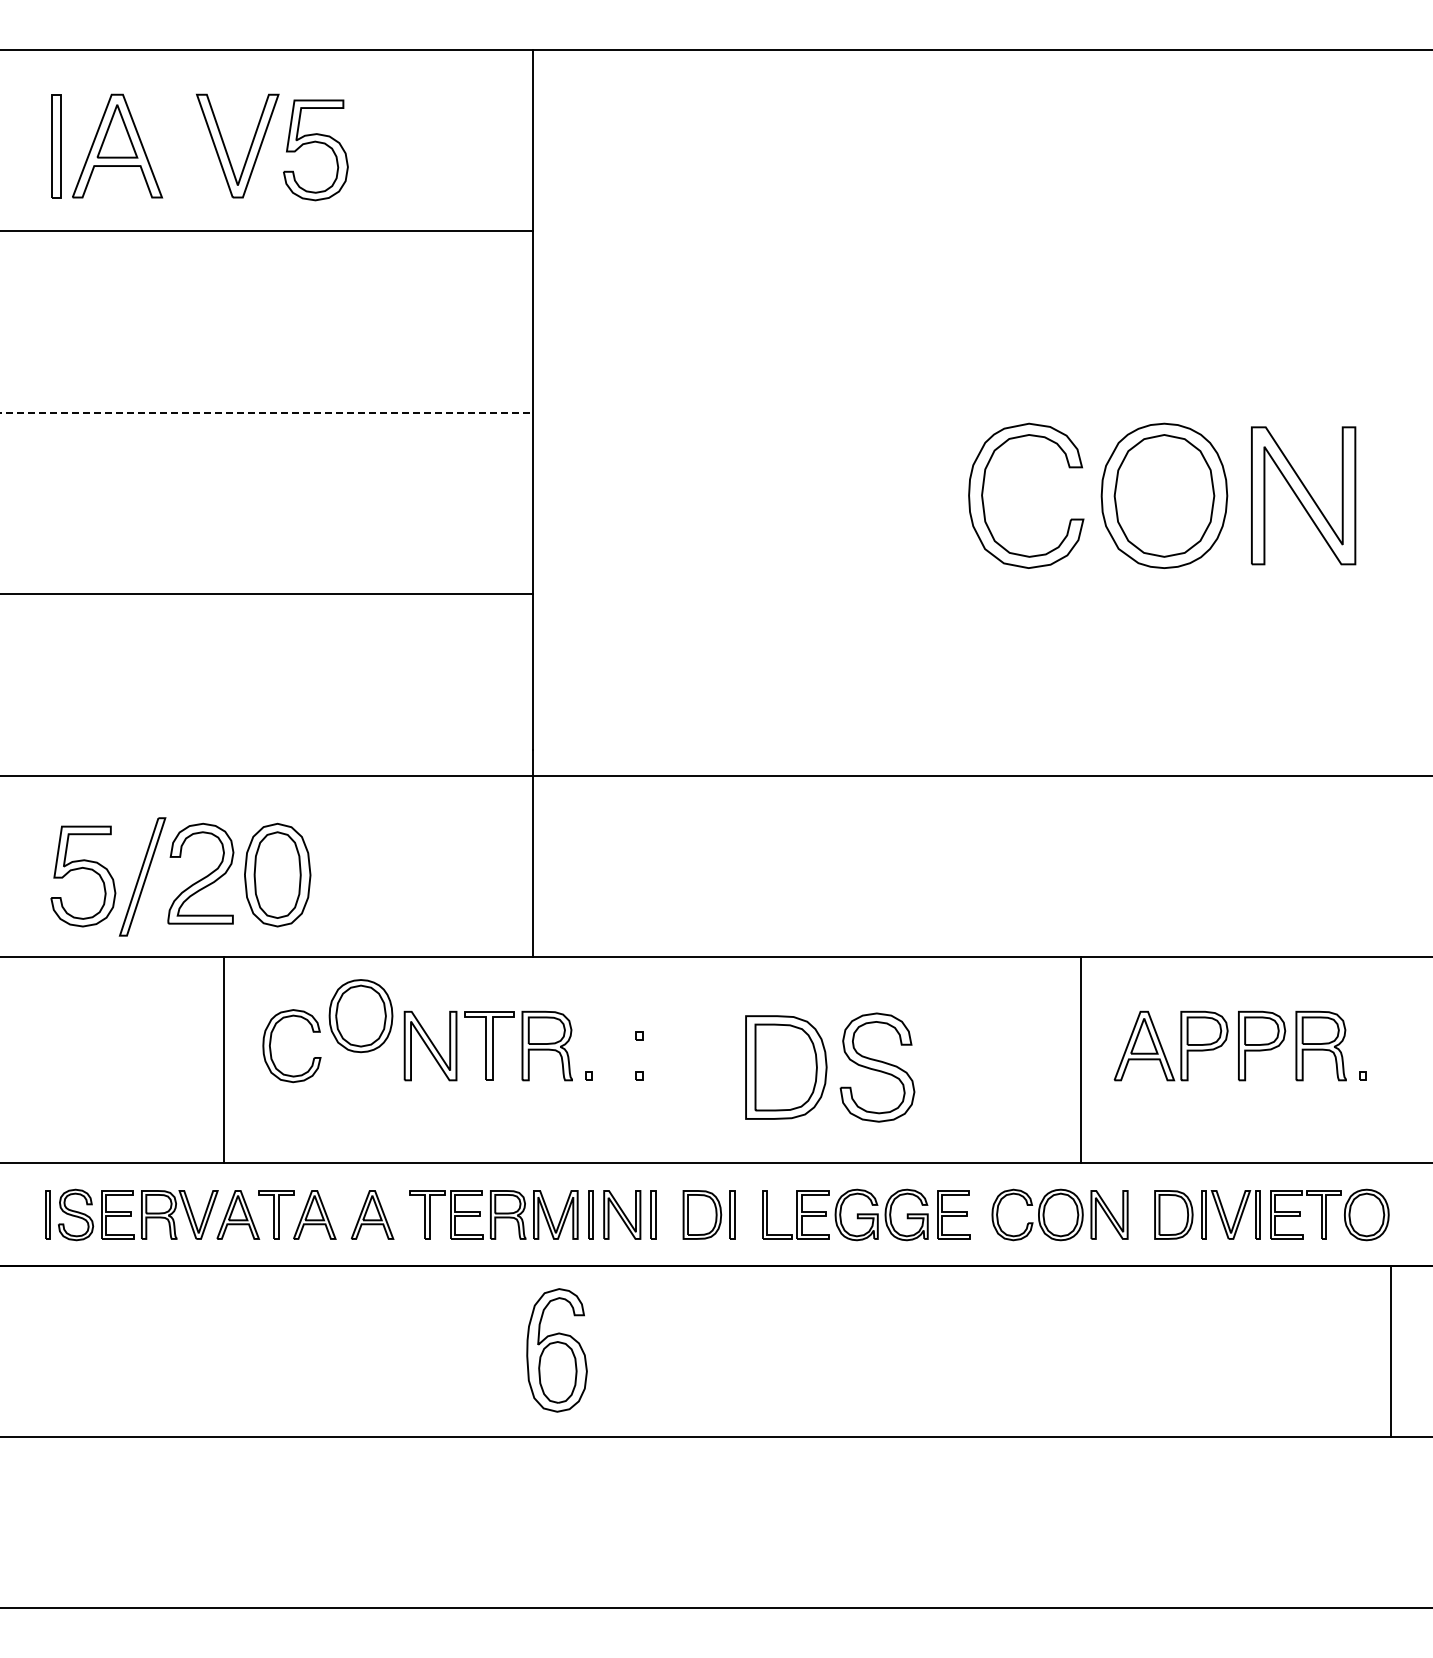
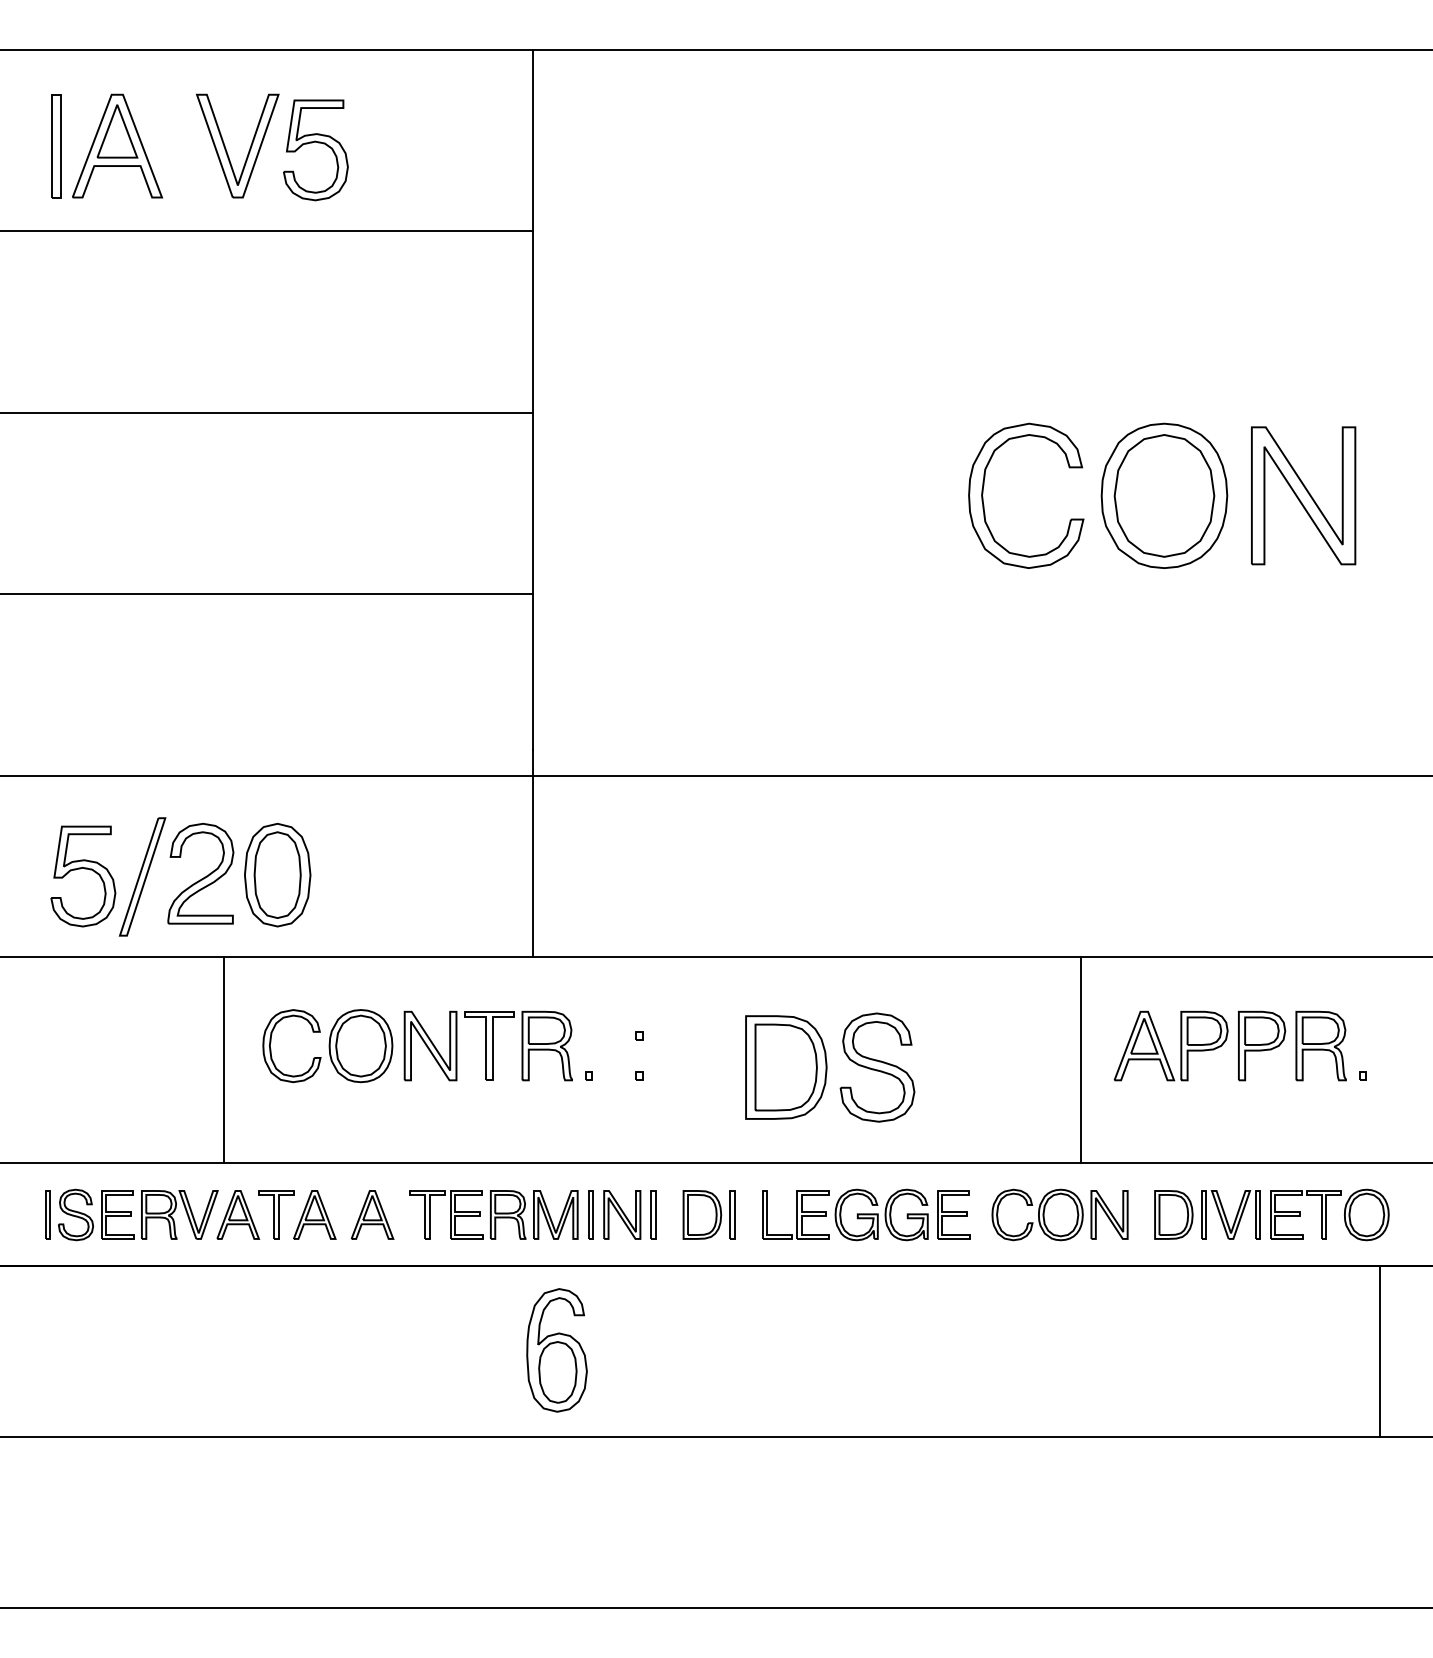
line at (266, 412): dashed -> solid
part at (360, 1016) position: (360, 1016) -> (360, 1046)
line at (1391, 1351) position: (1391, 1351) -> (1380, 1351)
